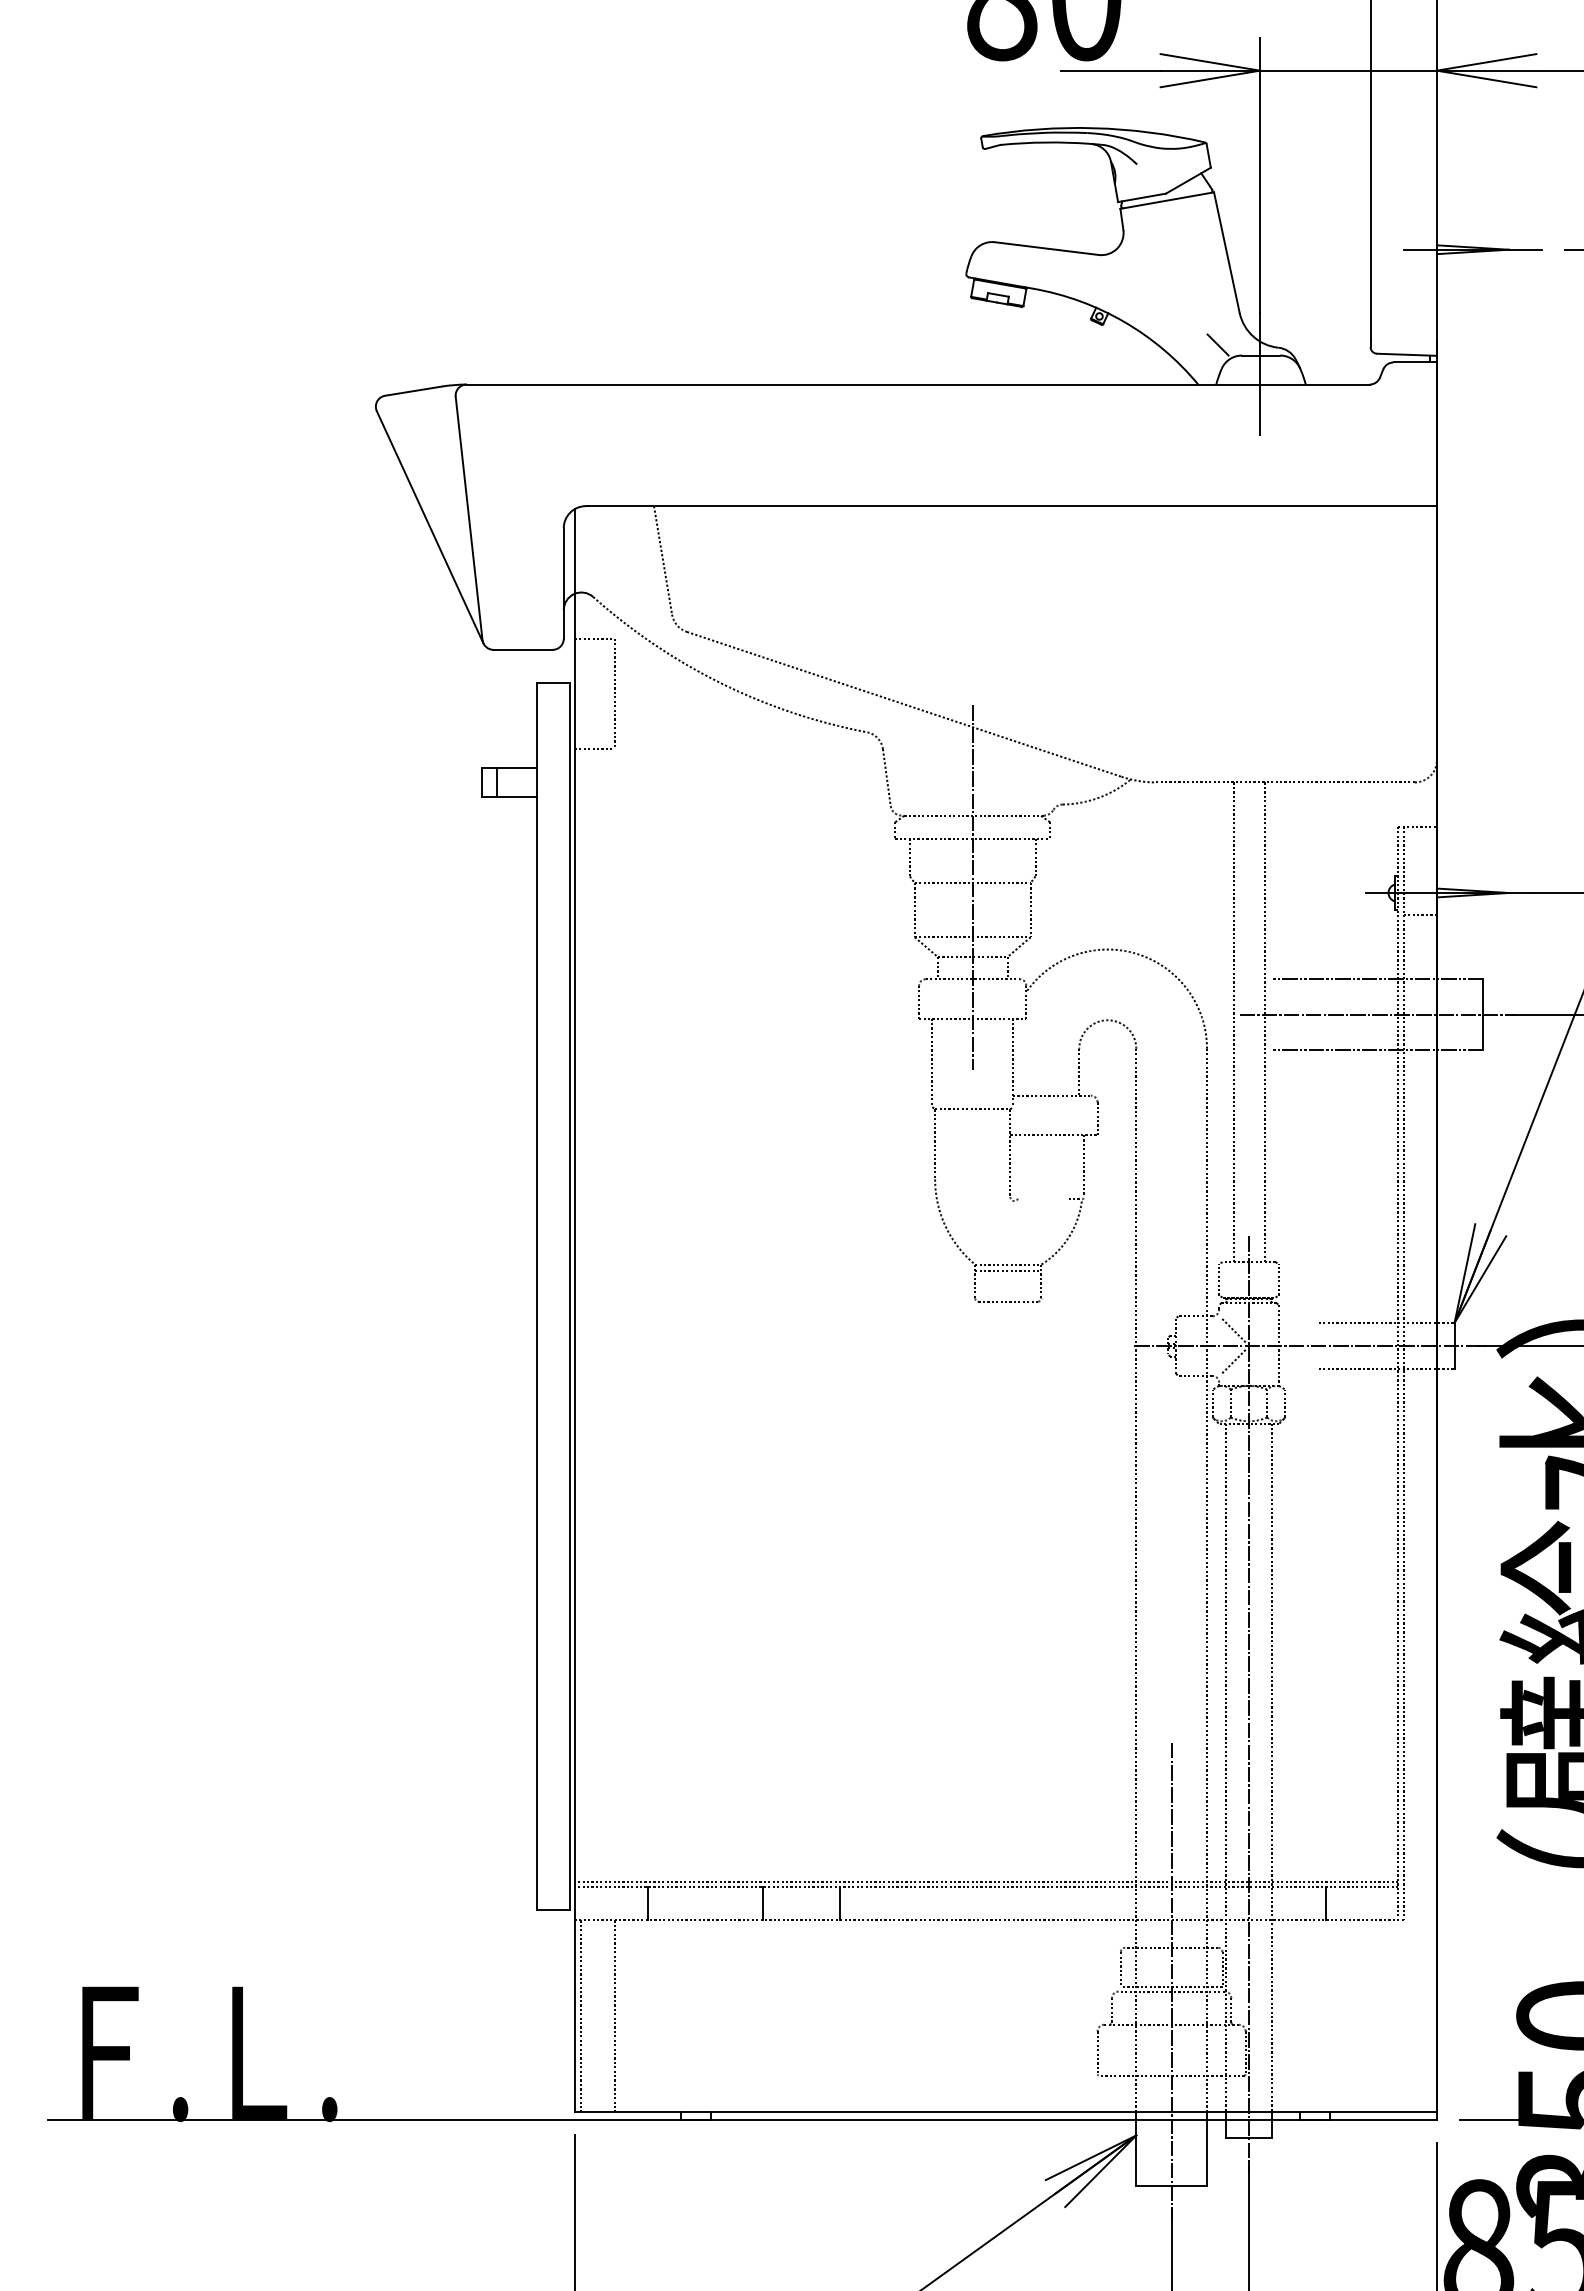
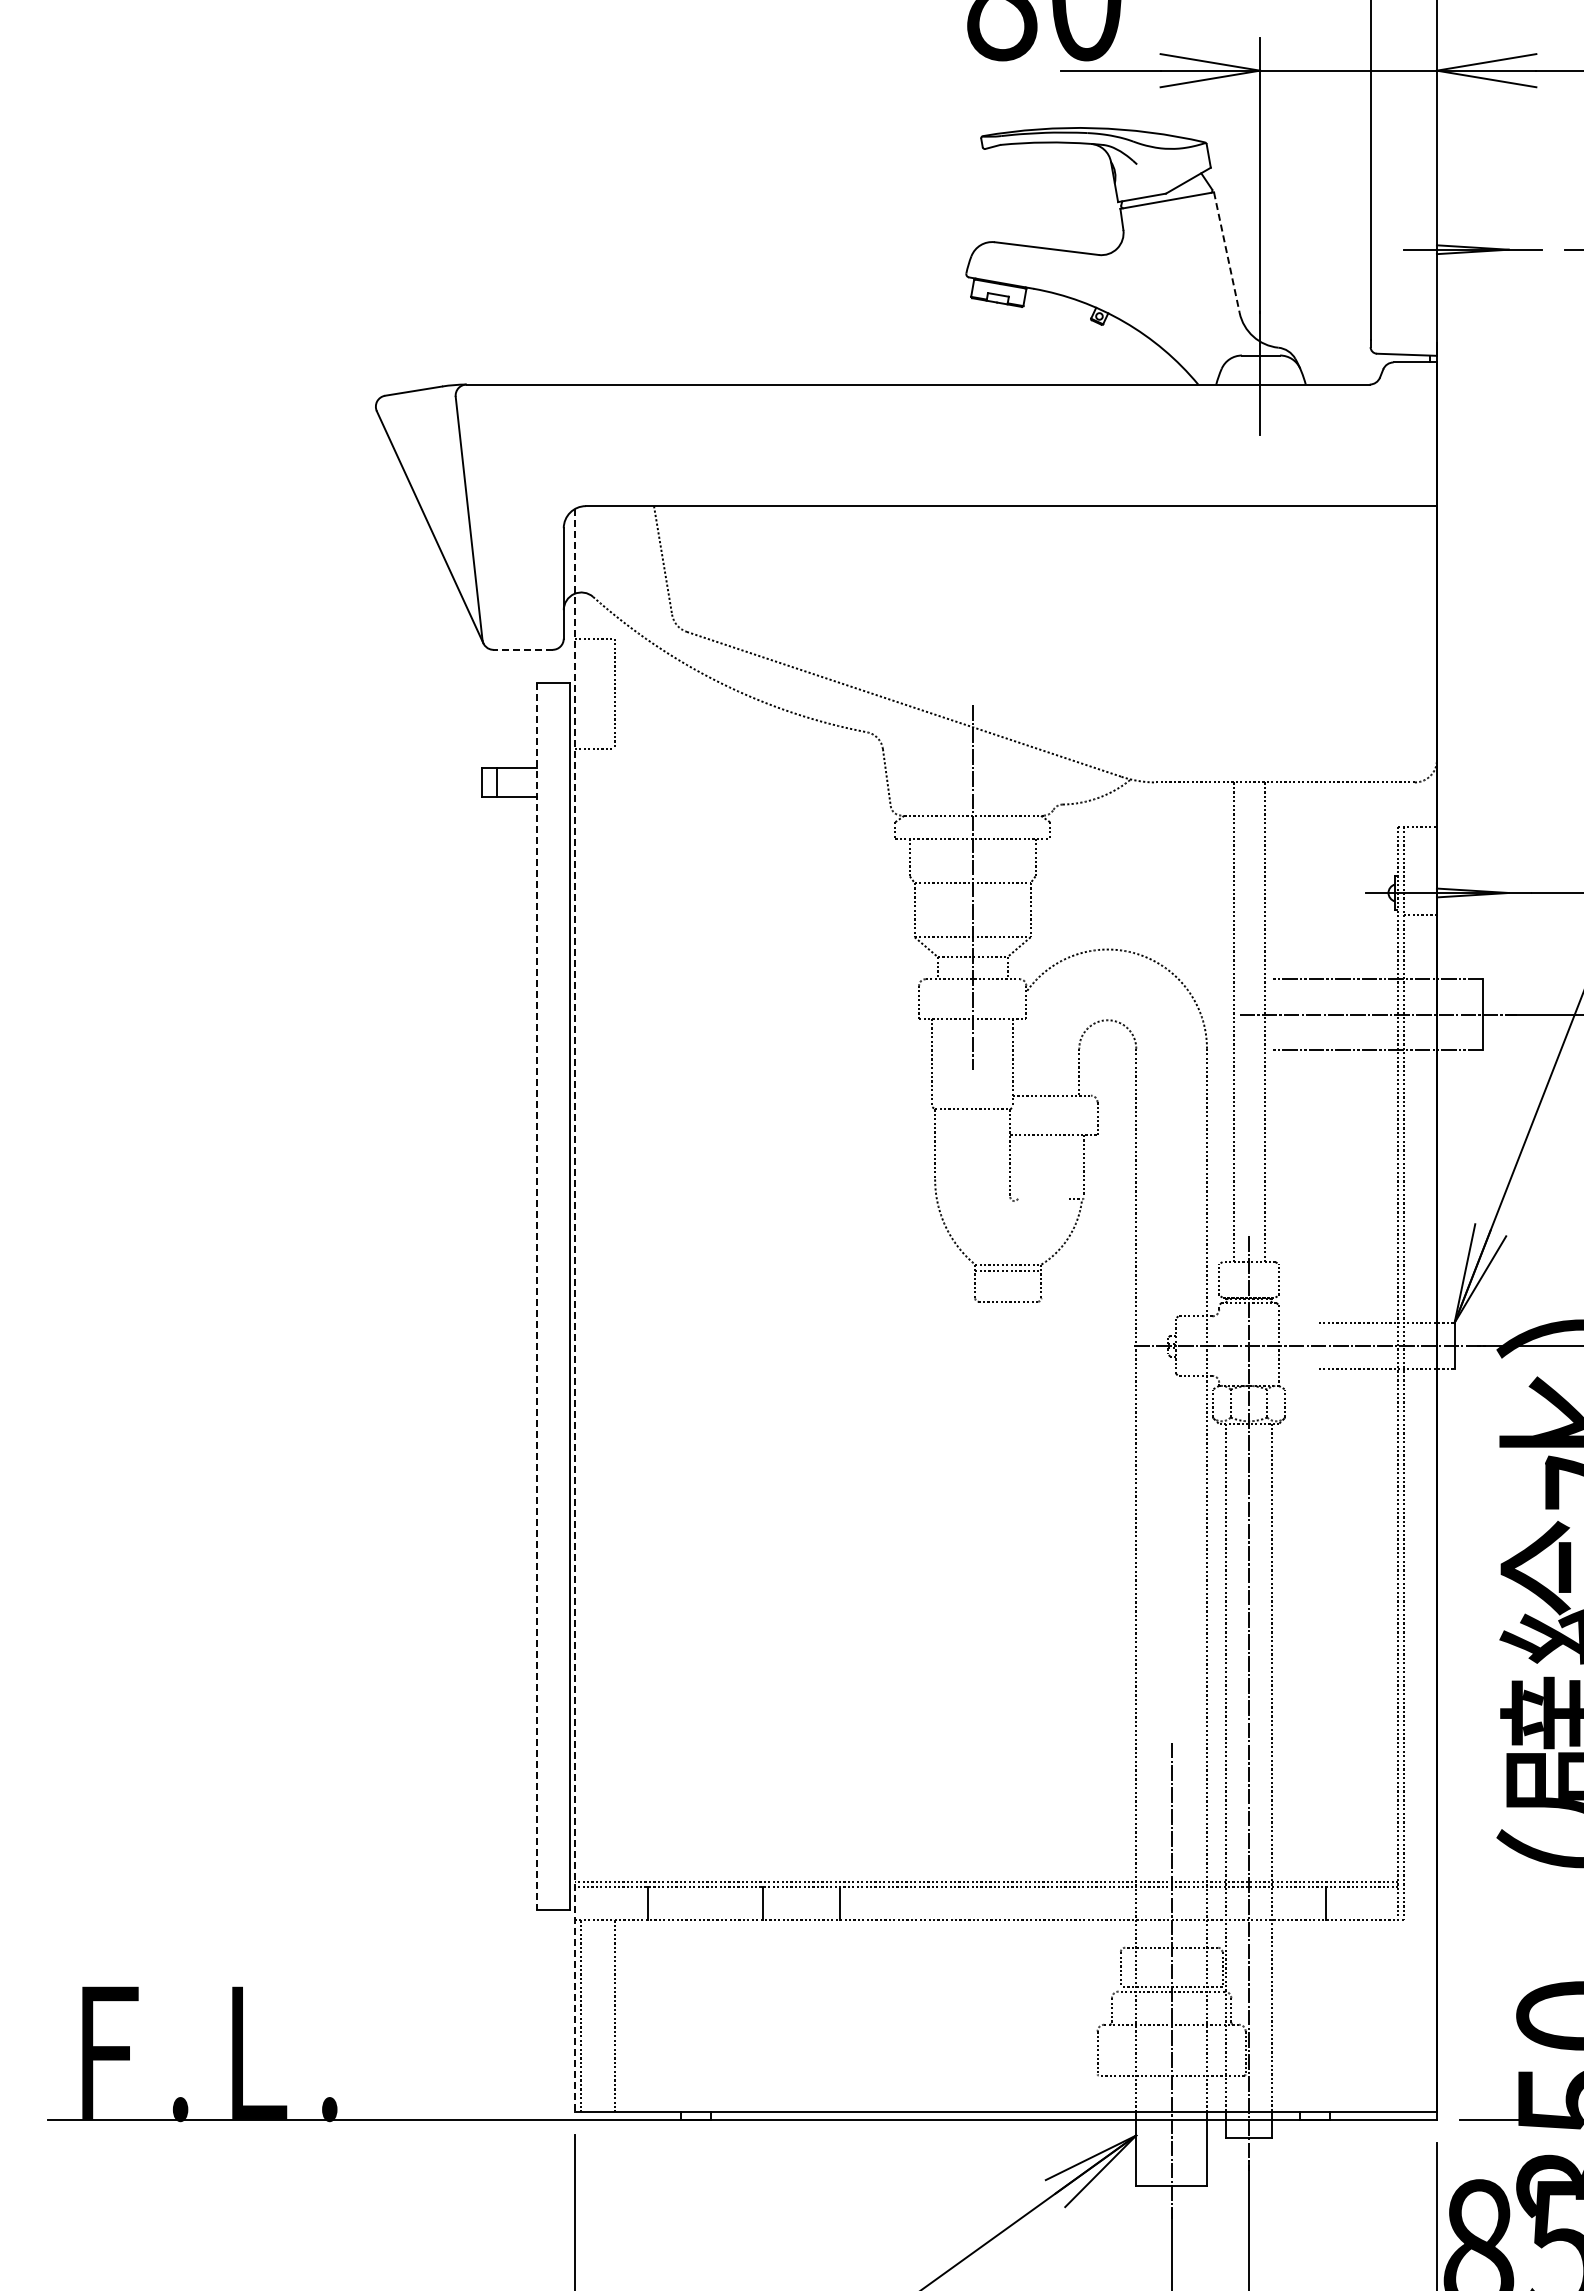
line at (1226, 252): solid -> dashed
line at (1217, 344): present -> none
line at (523, 649): solid -> dashed
line at (537, 1296): solid -> dashed
line at (574, 1311): solid -> dashed
line at (1233, 1330): present -> none
line at (1233, 1361): present -> none
